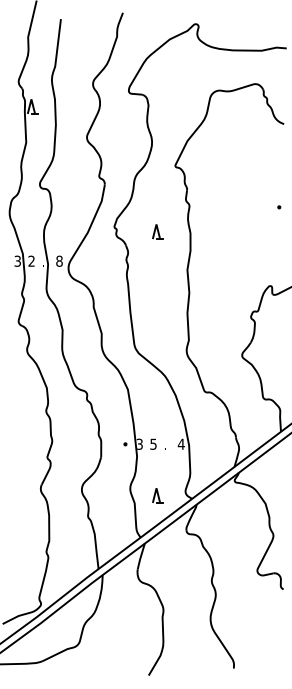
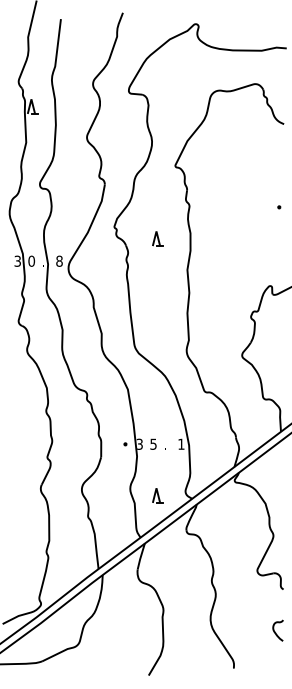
part at (157, 231) position: (157, 231) -> (157, 238)
text at (31, 260): 2 -> 0
text at (180, 443): 4 -> 1
curve at (275, 631): none -> present
